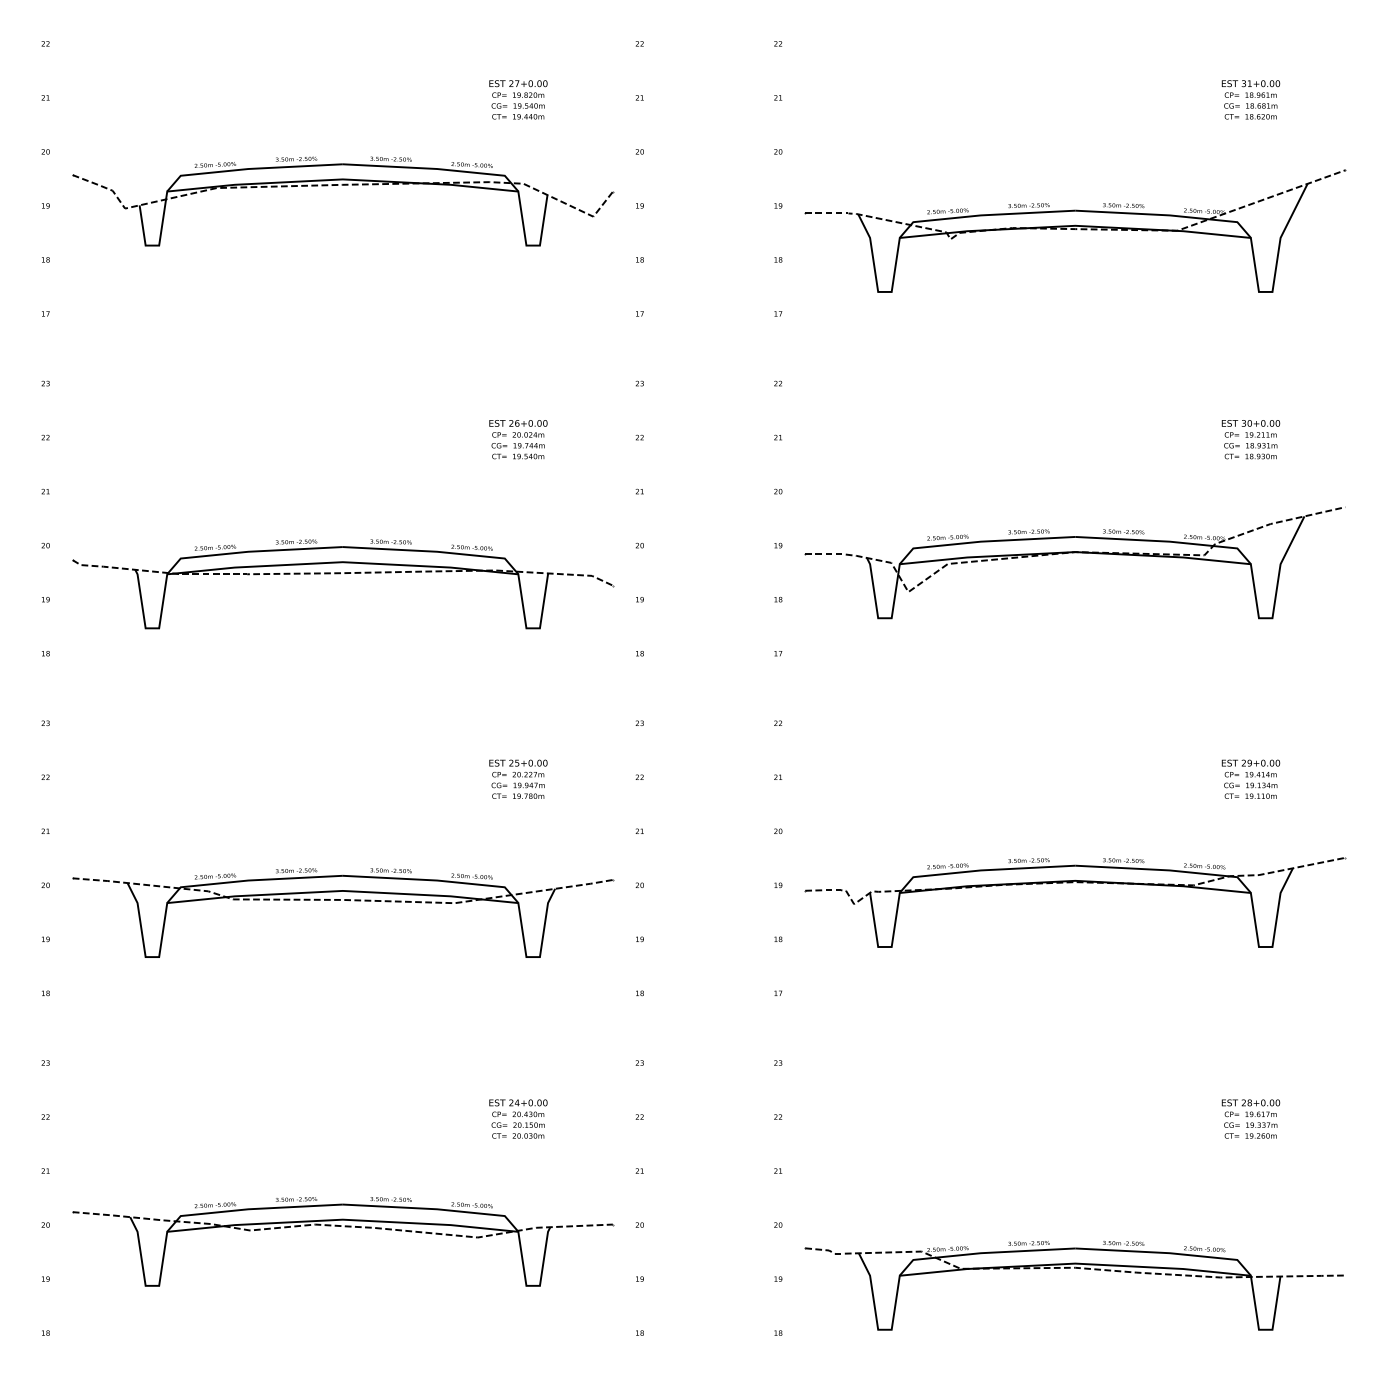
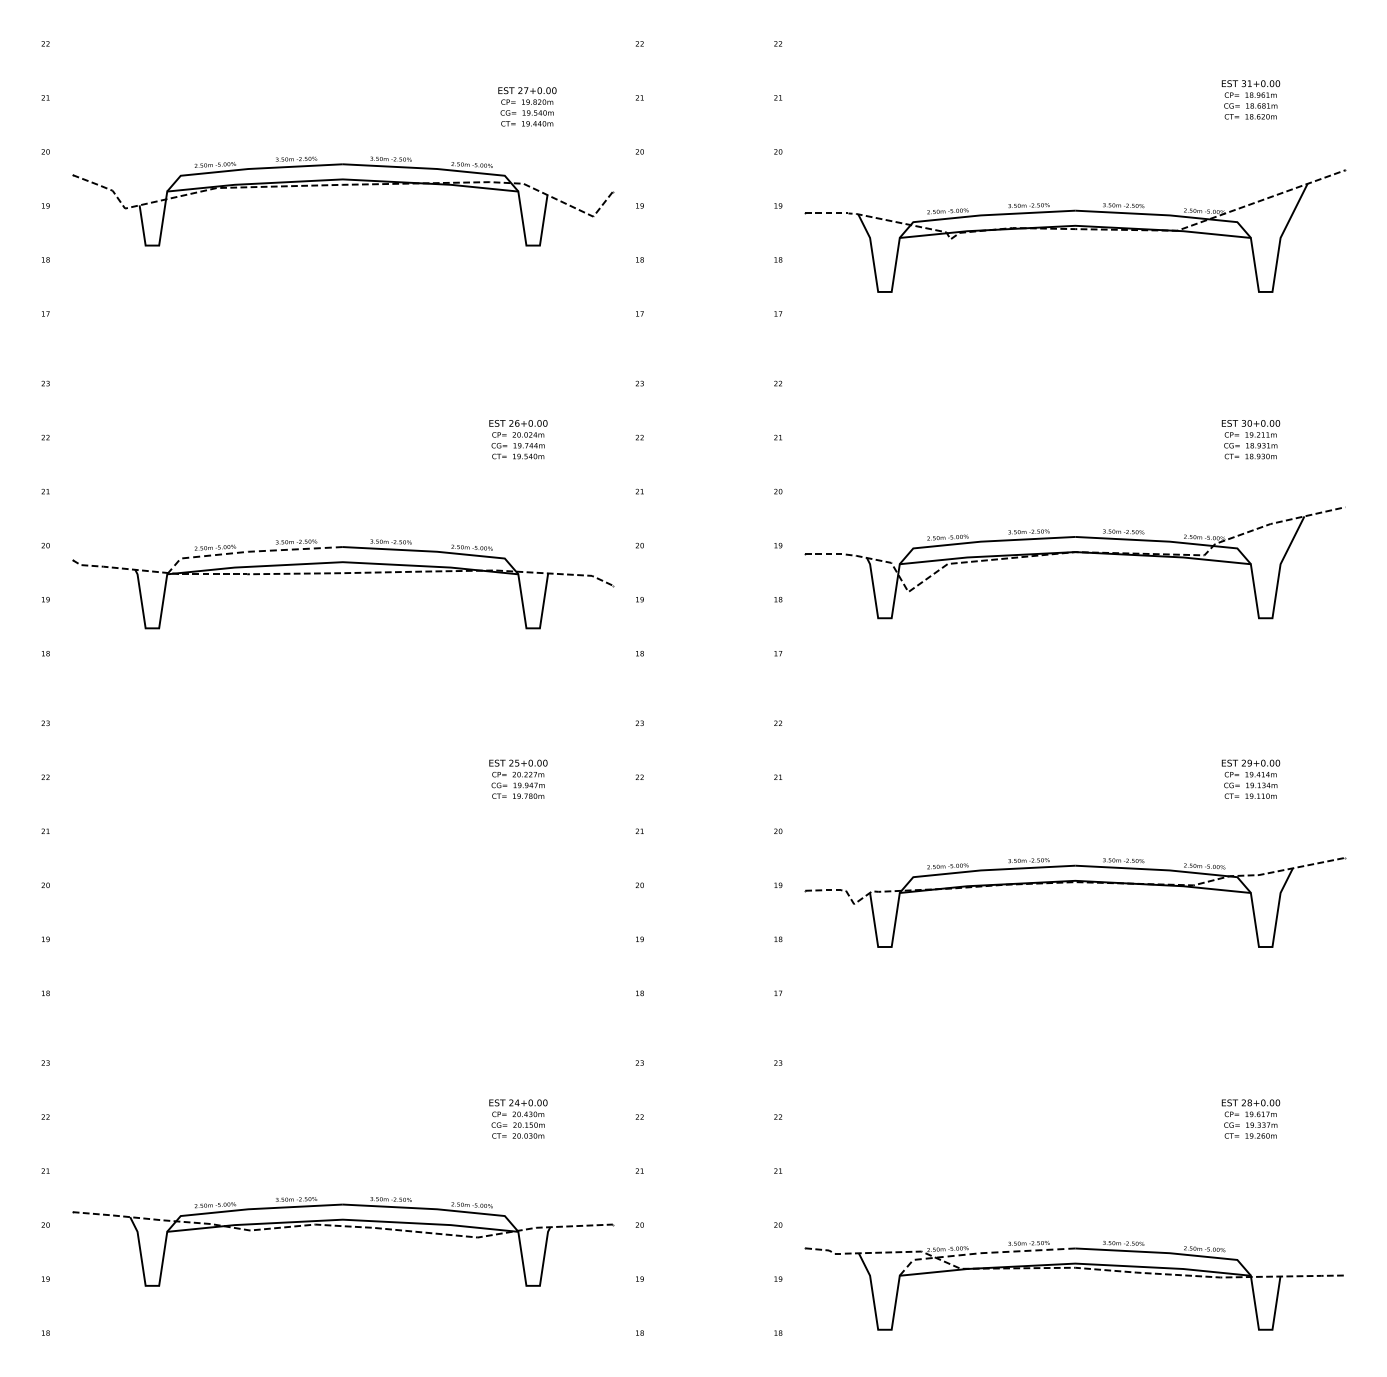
text at (518, 99) position: (518, 99) -> (527, 106)
line at (250, 551): solid -> dashed
part at (344, 900): present -> none
line at (982, 1253): solid -> dashed
